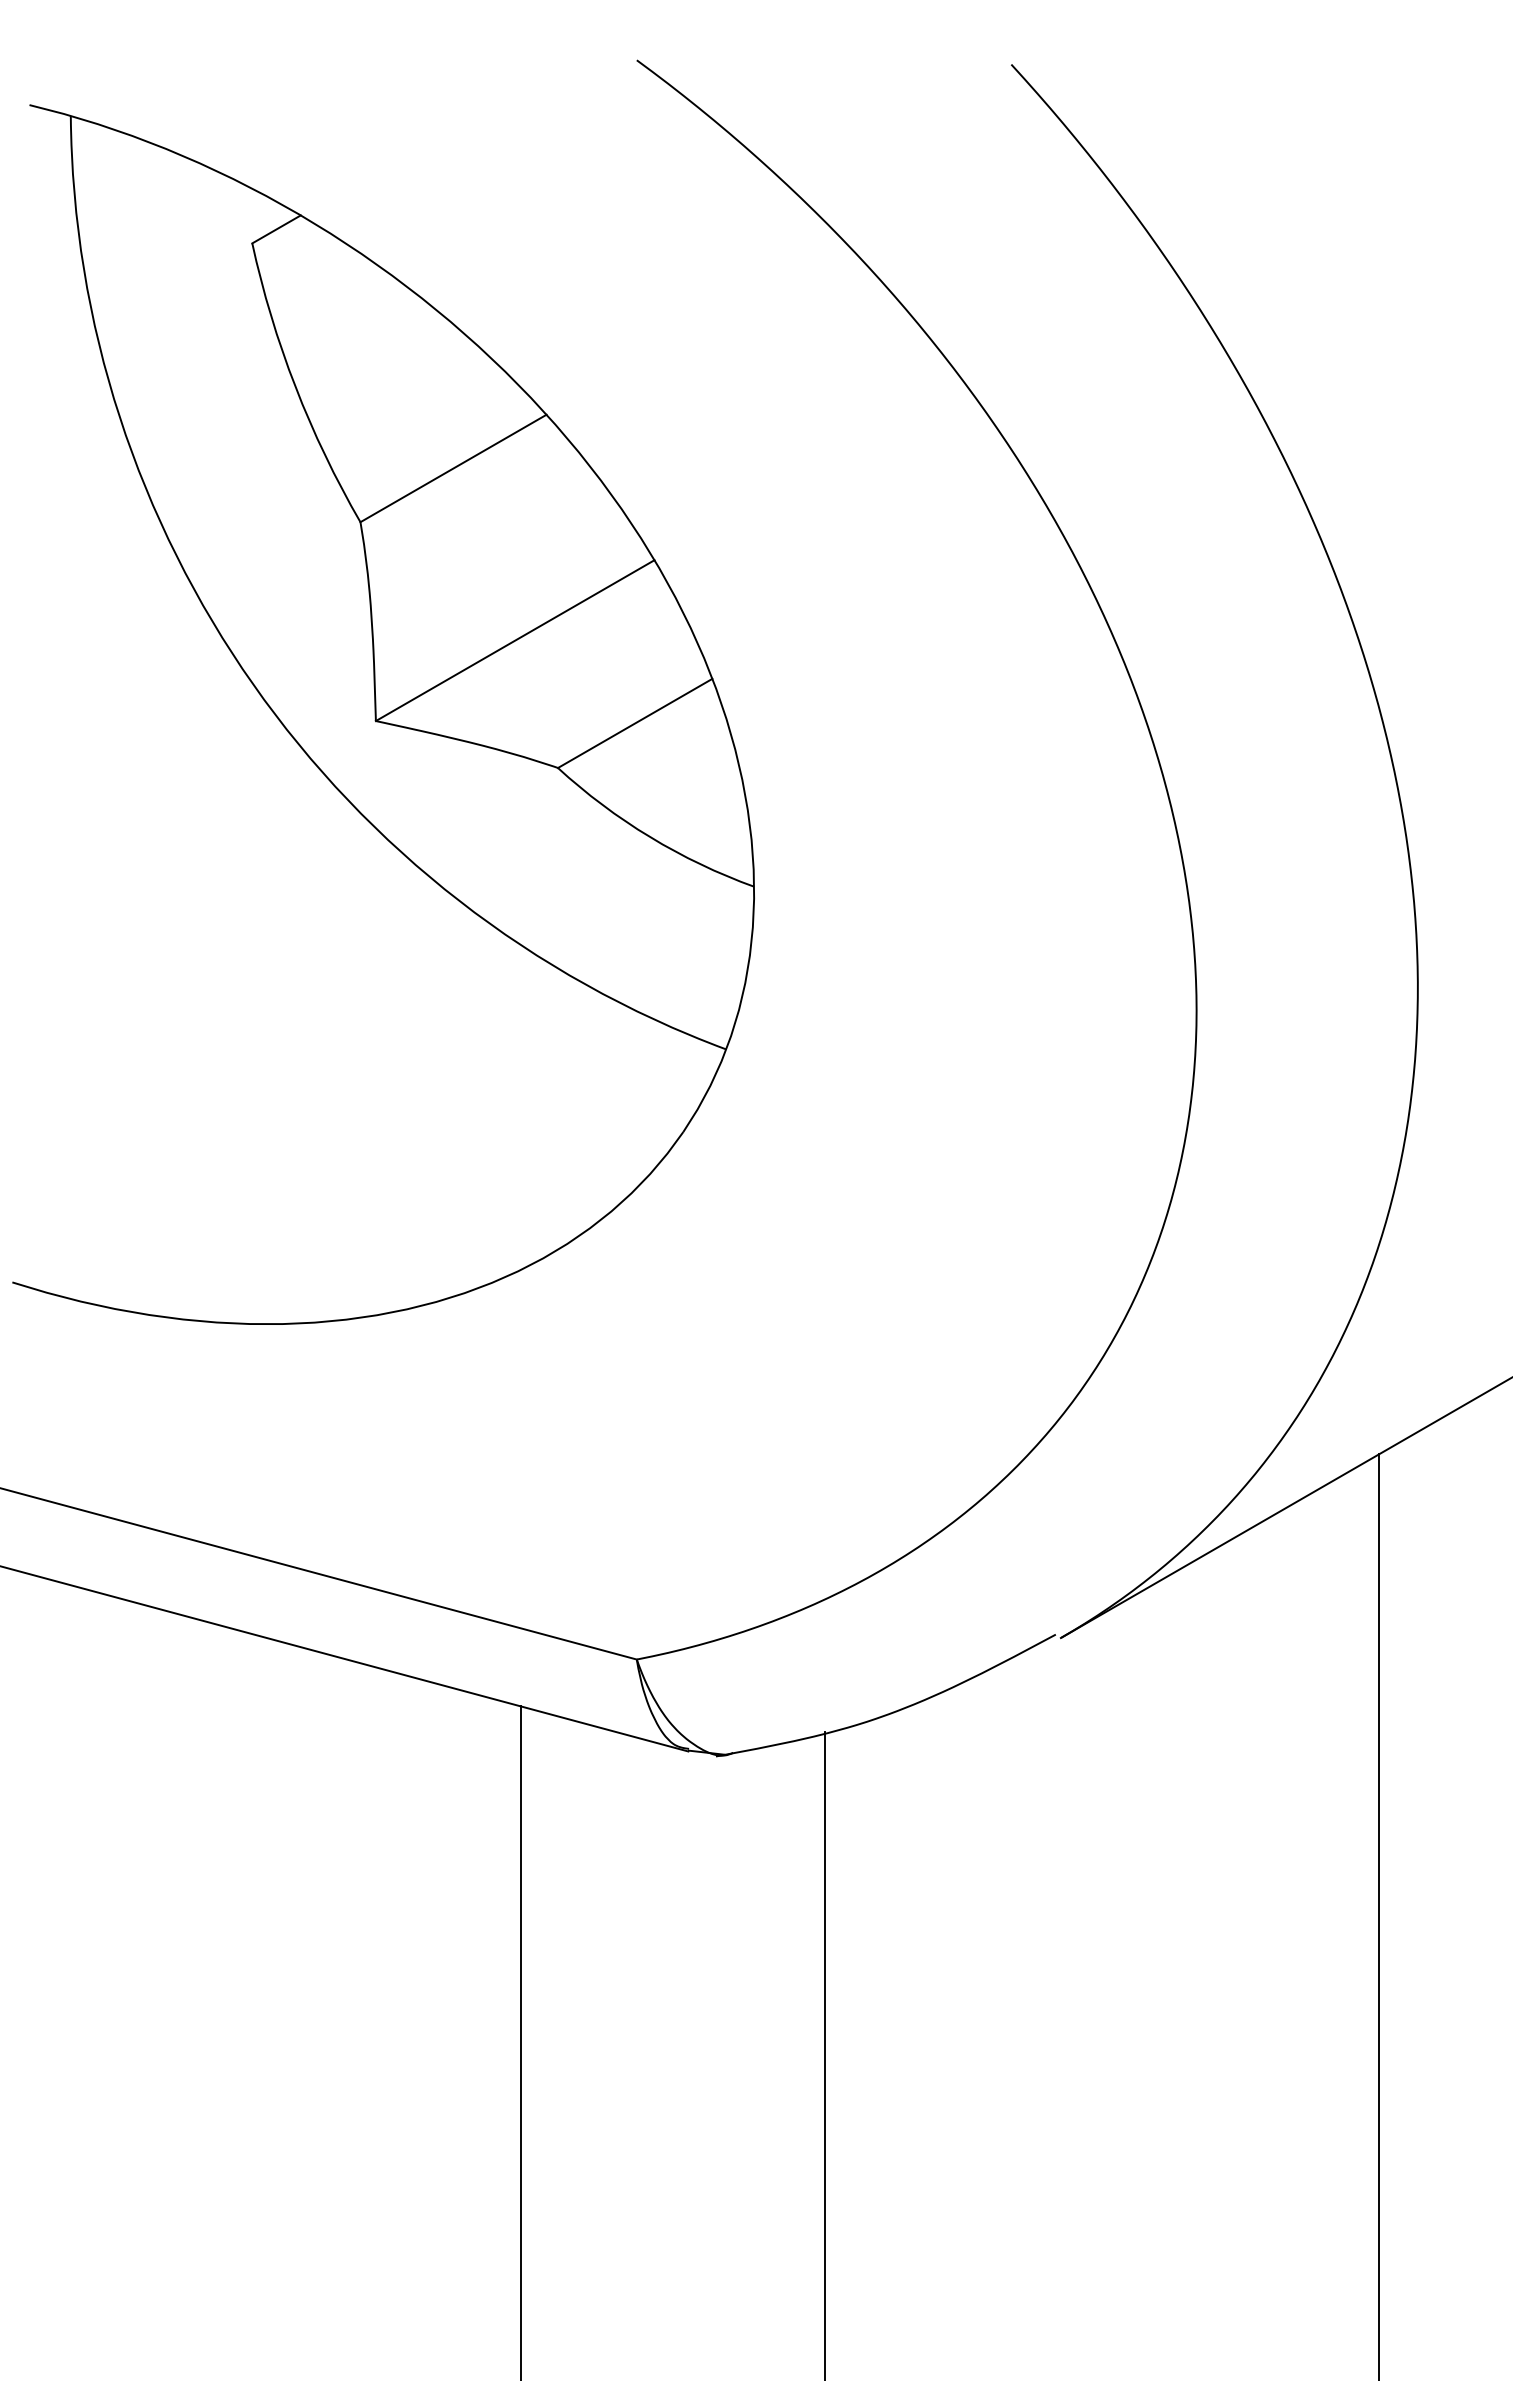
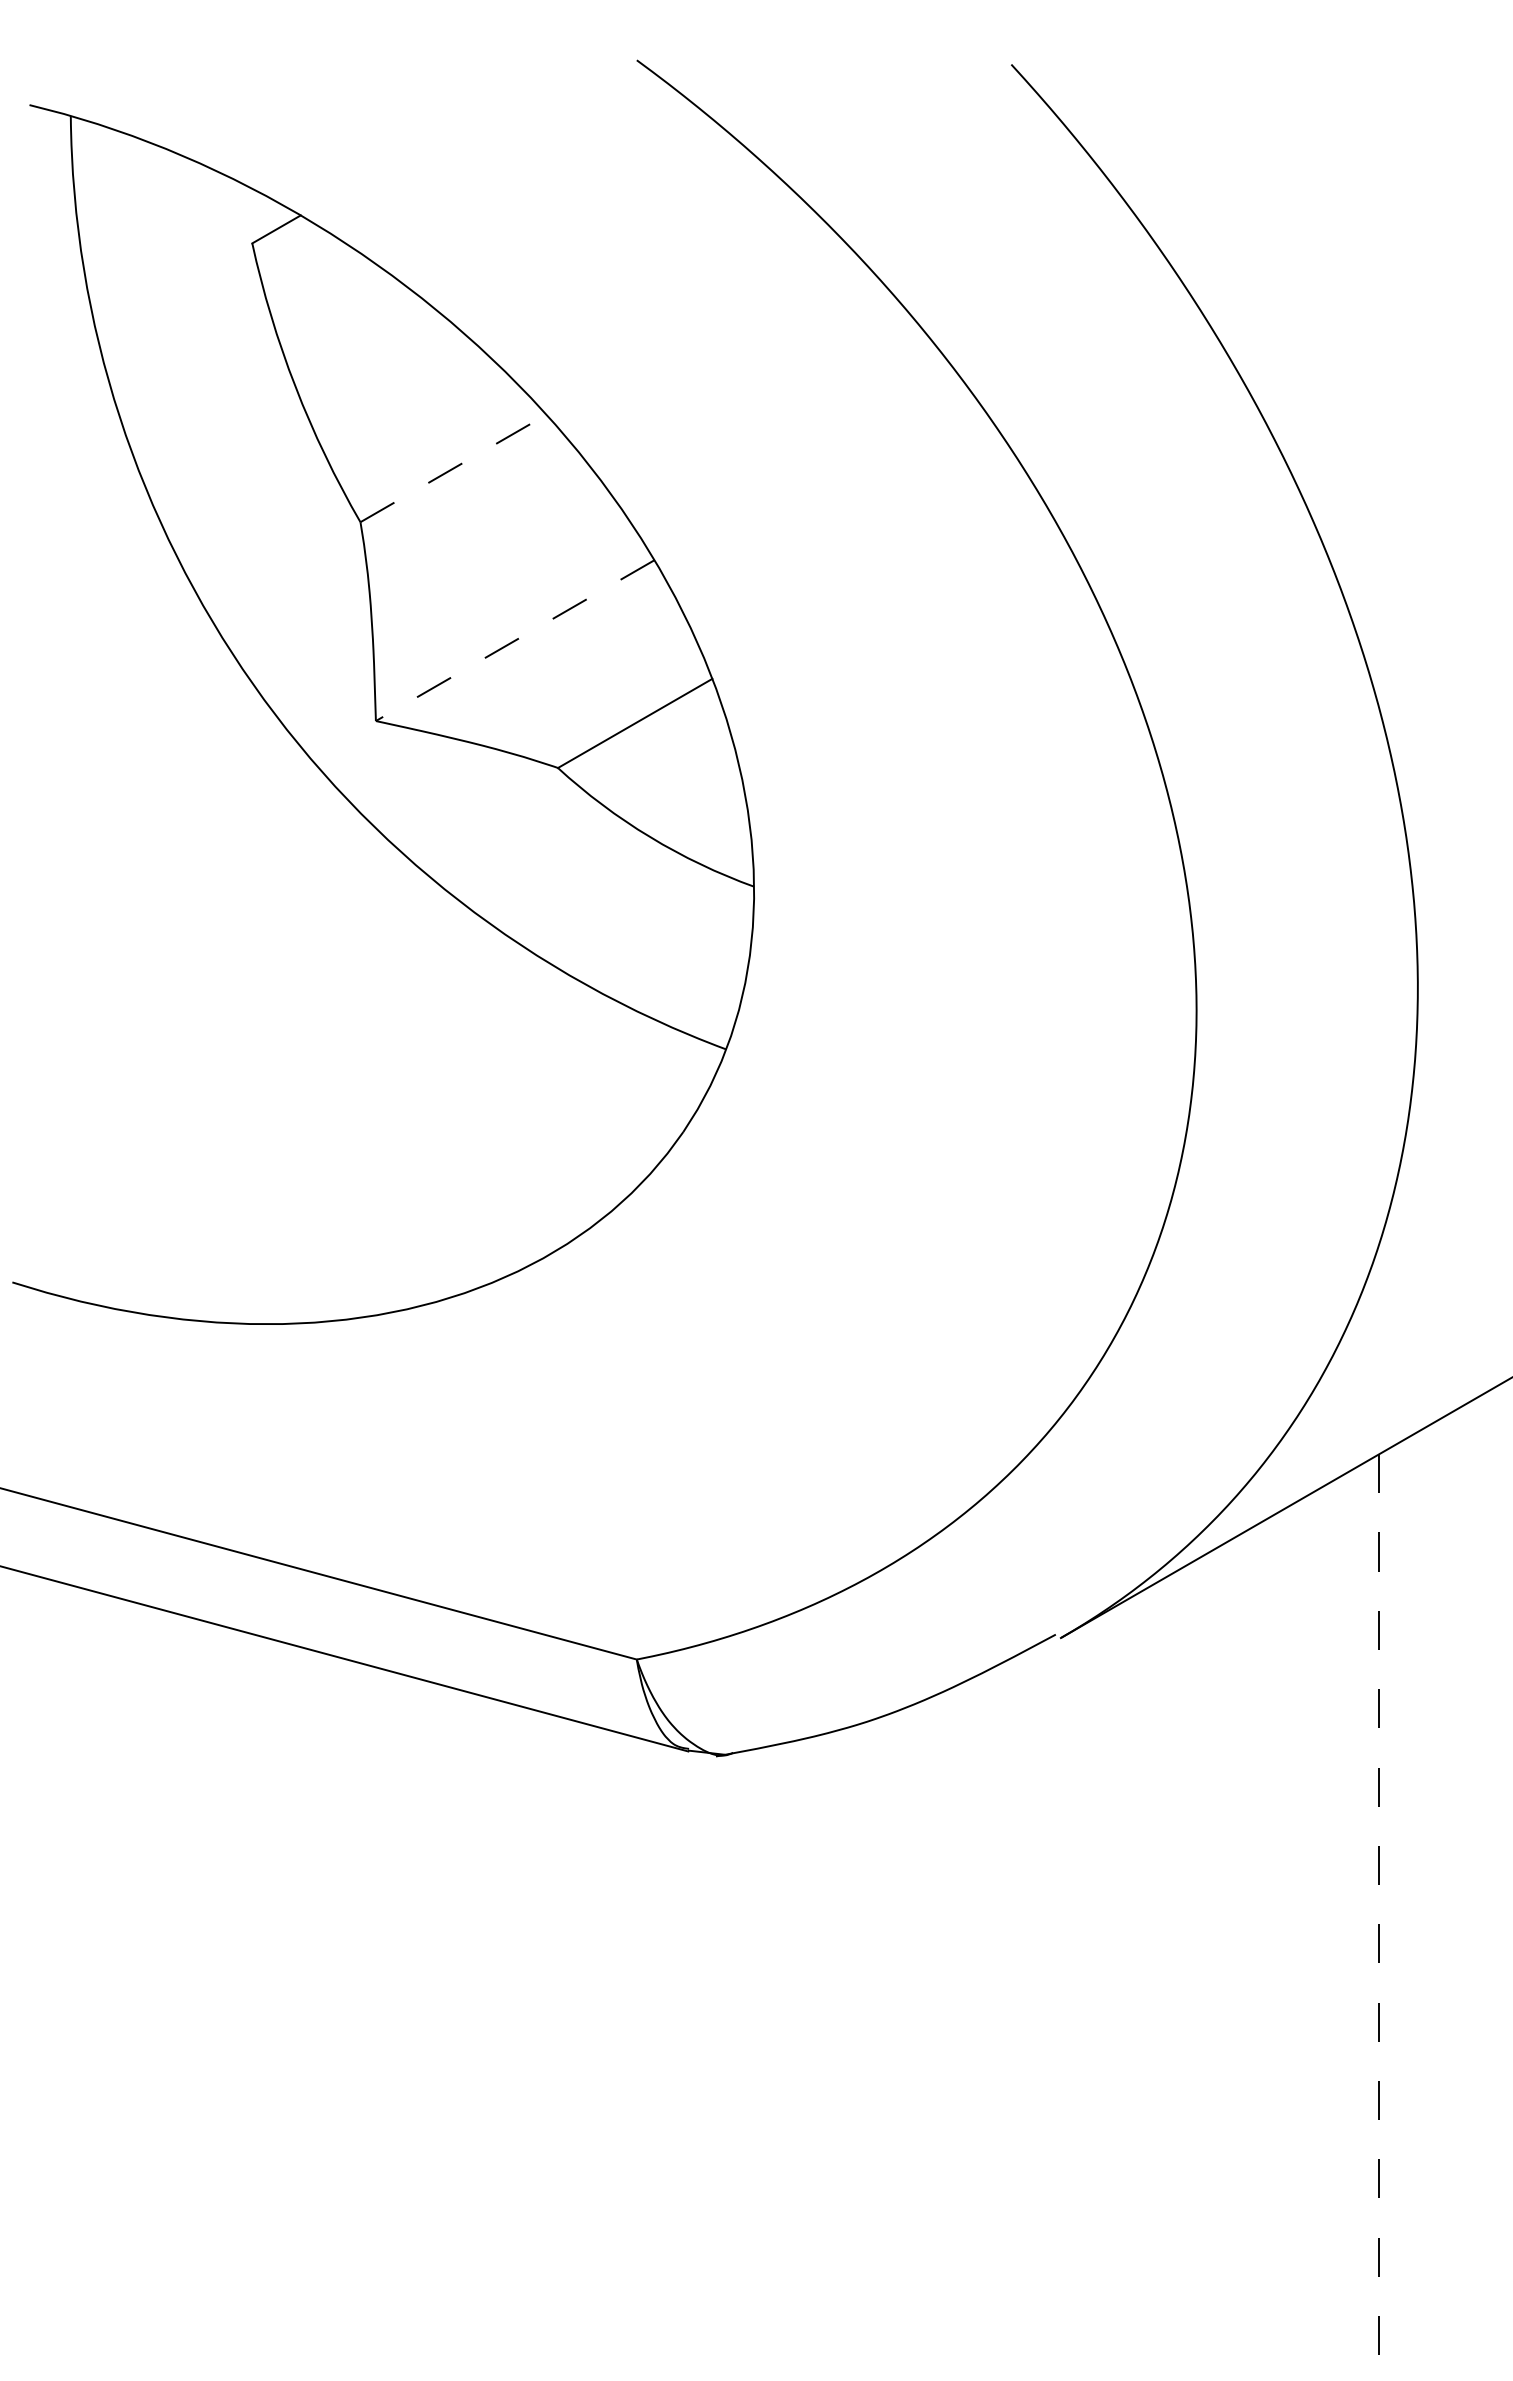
line at (453, 468): solid -> dashed
line at (515, 640): solid -> dashed
line at (1379, 1917): solid -> dashed
line at (520, 2041): present -> none
line at (825, 2054): present -> none
